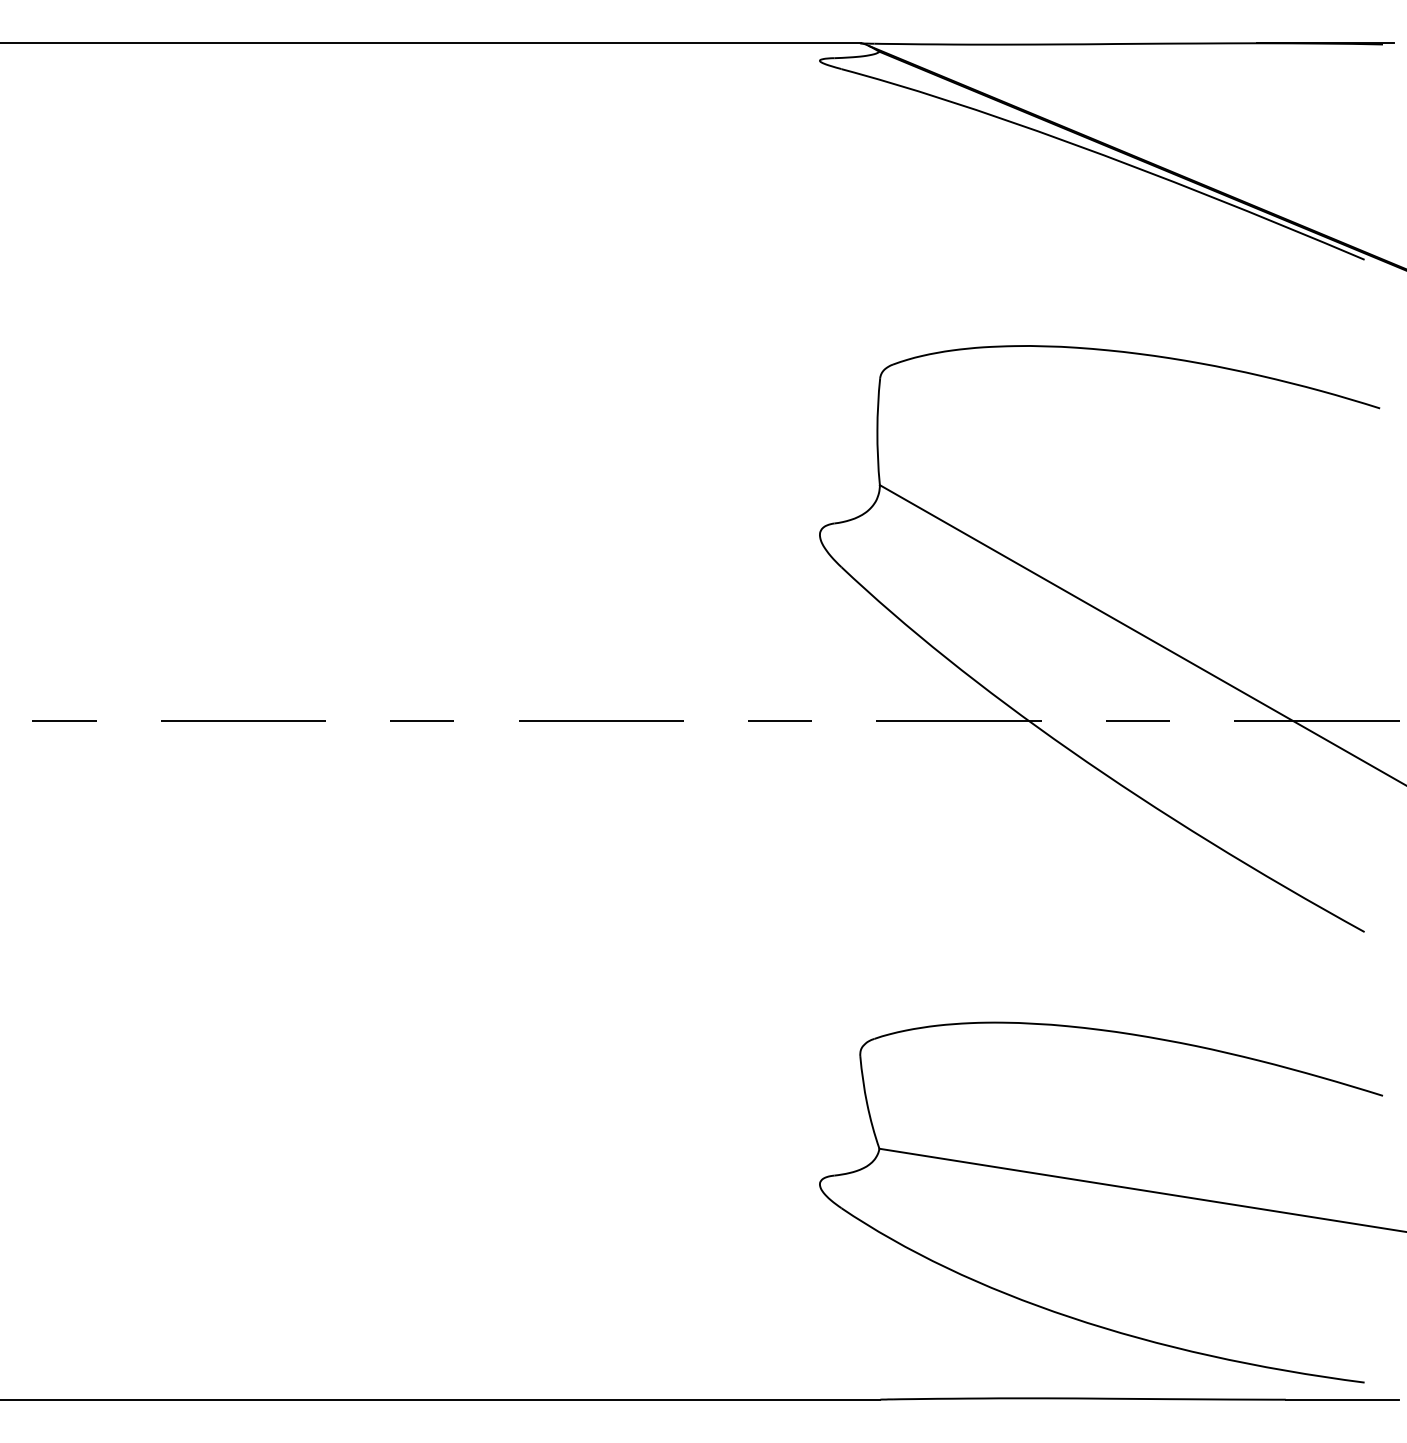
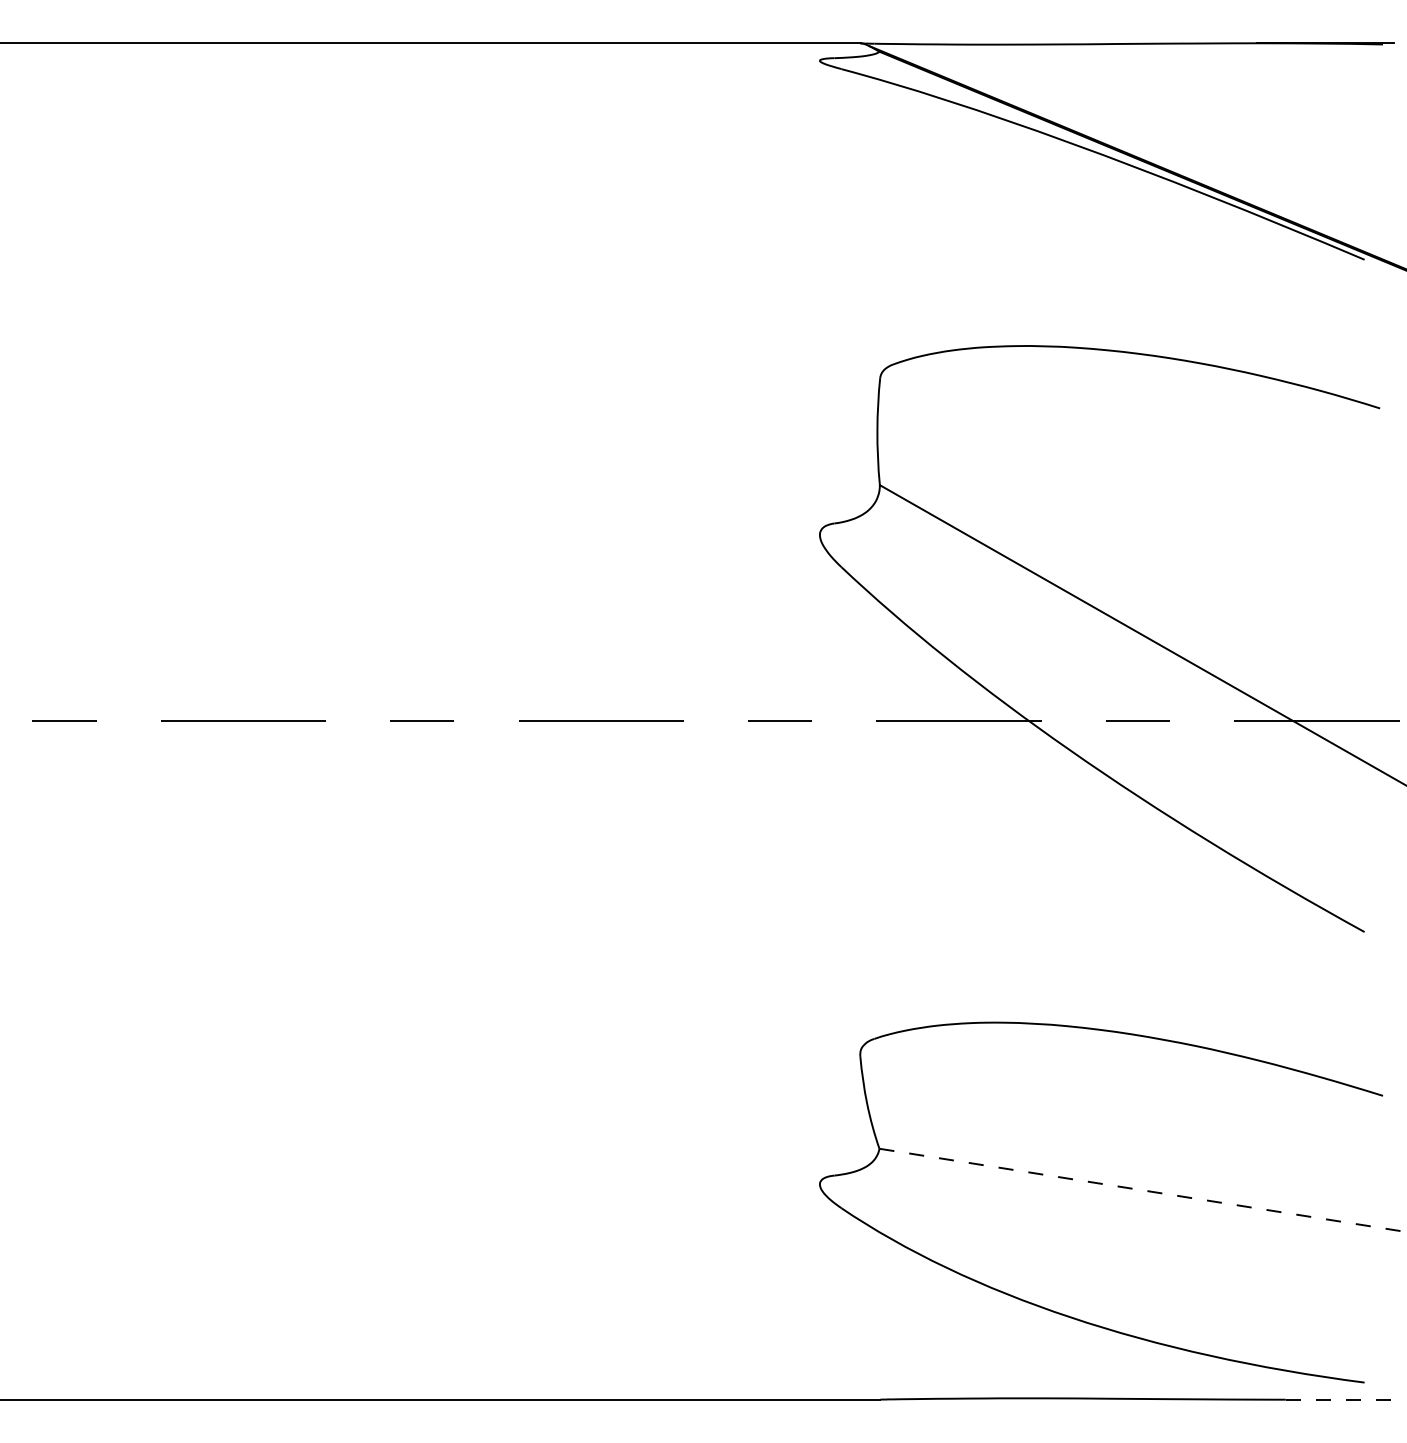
line at (1143, 1190): solid -> dashed
line at (1342, 1399): solid -> dashed
